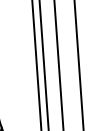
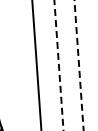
line at (43, 64): present -> none
line at (58, 65): solid -> dashed
line at (79, 65): solid -> dashed
